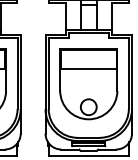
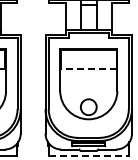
line at (88, 69): solid -> dashed
line at (88, 155): solid -> dashed
